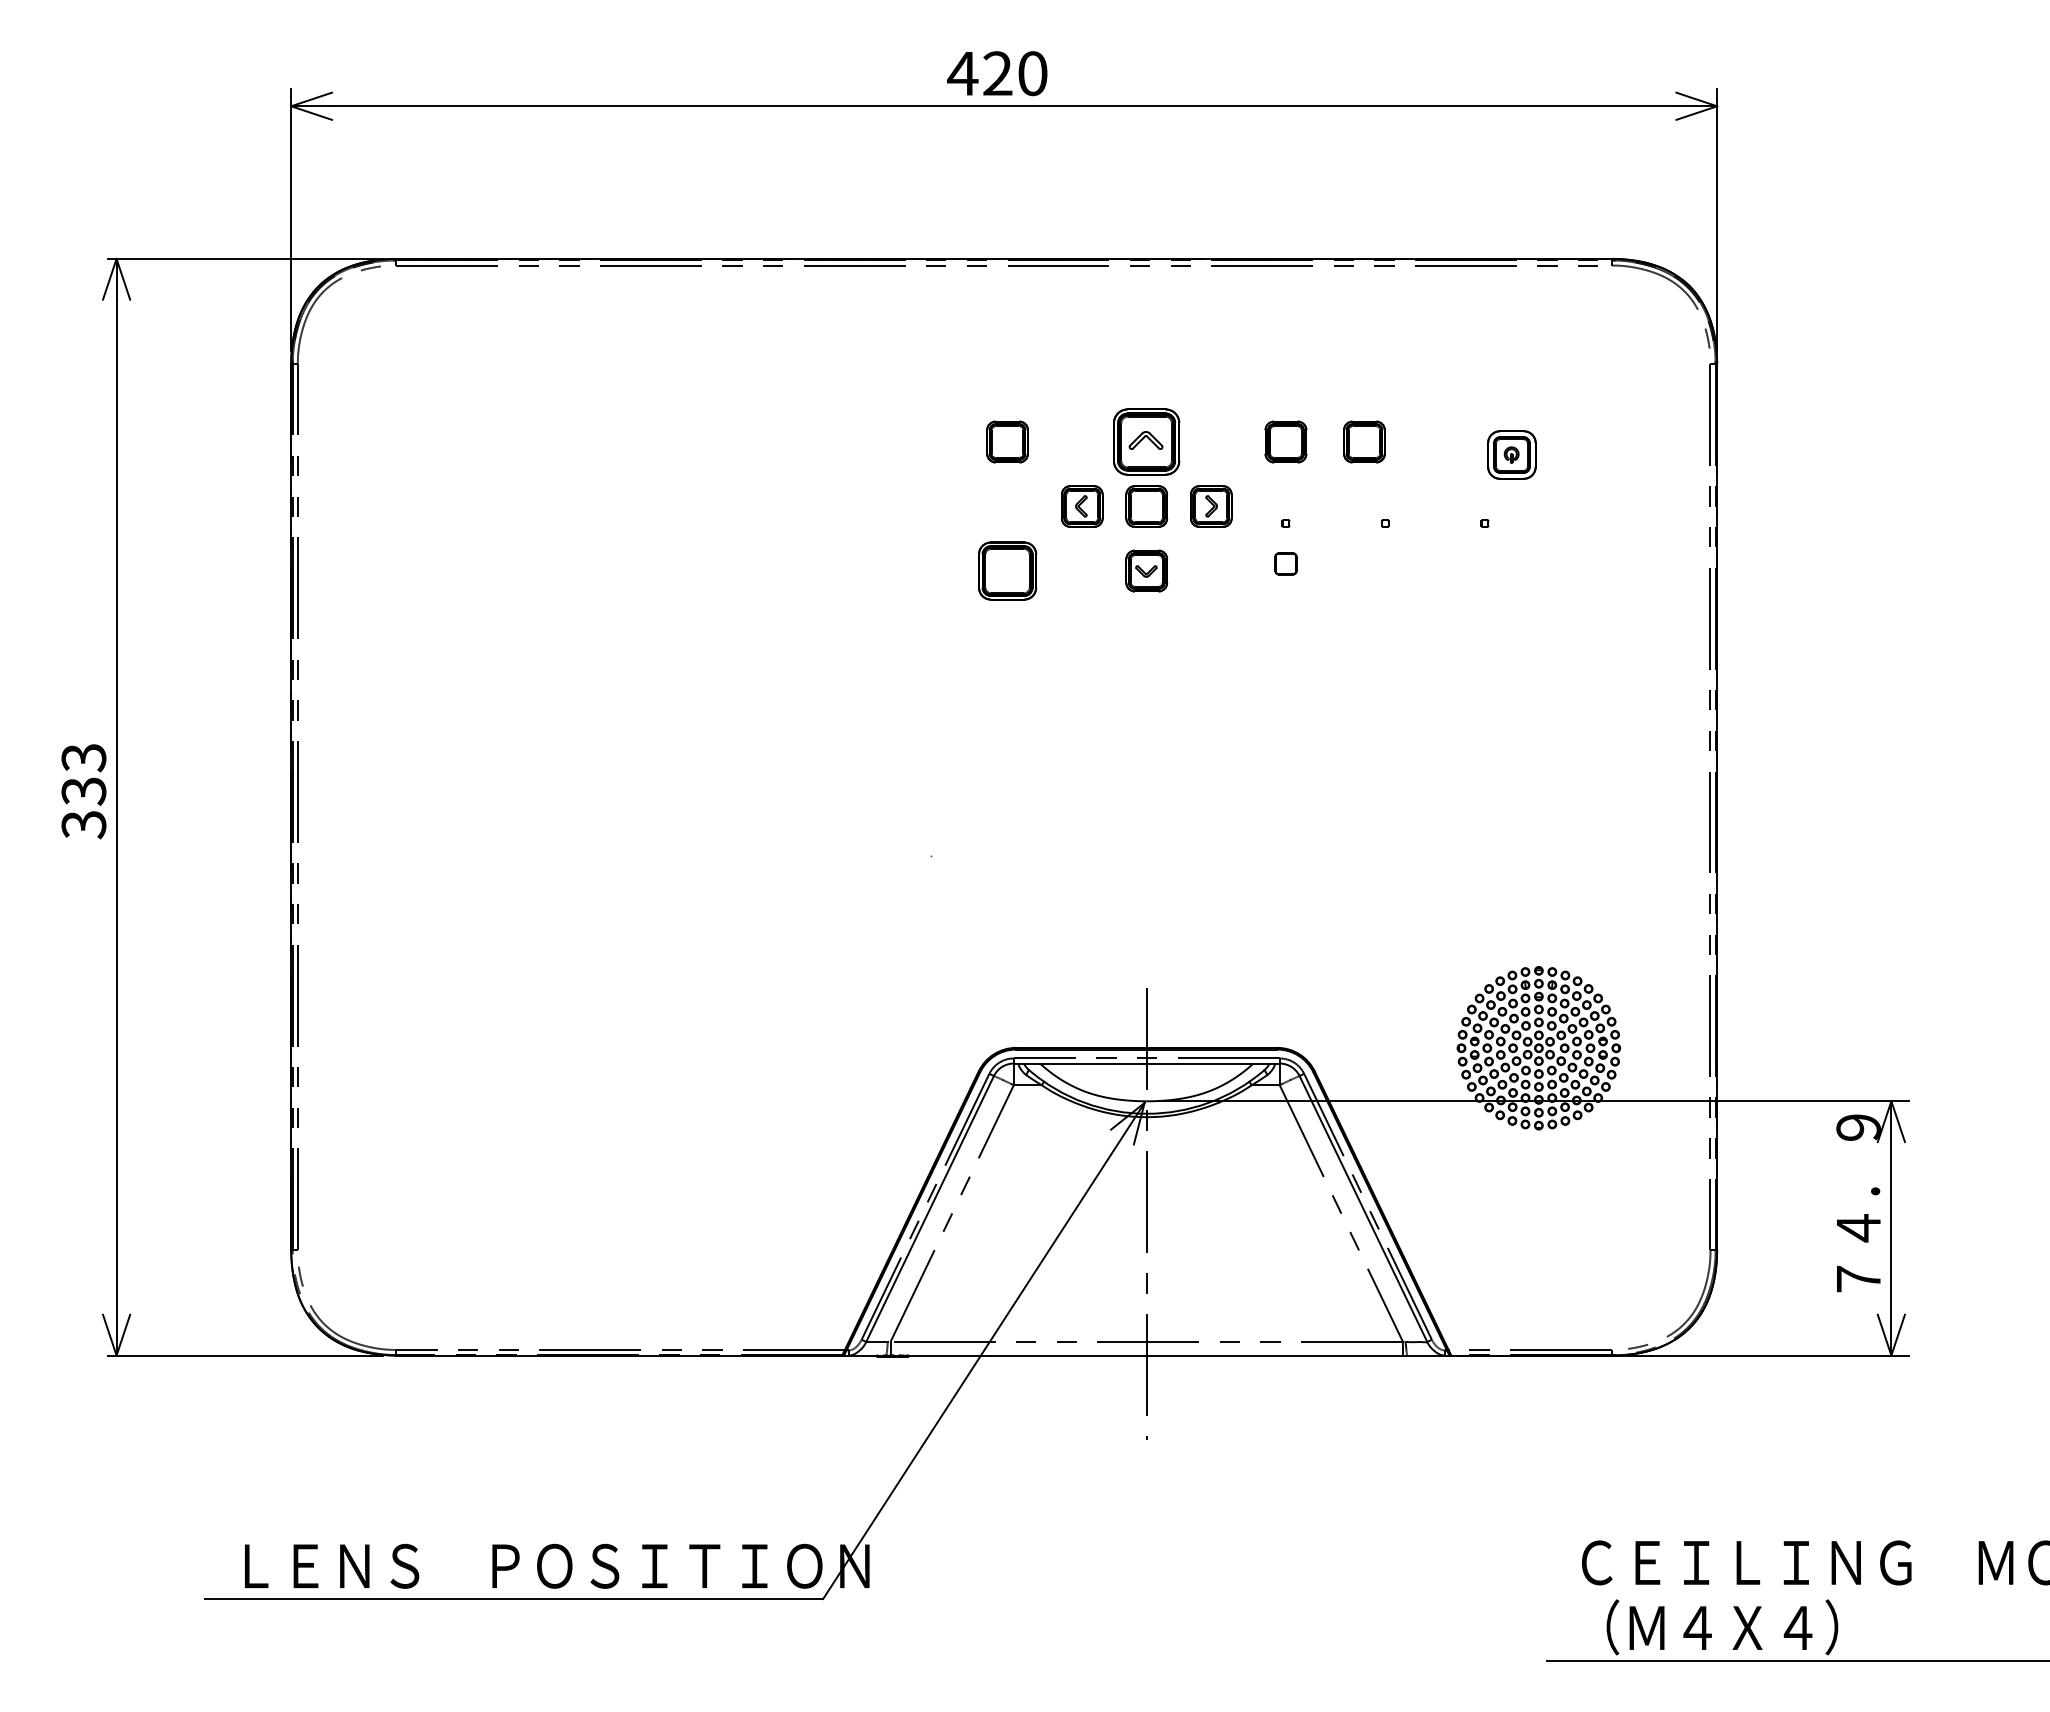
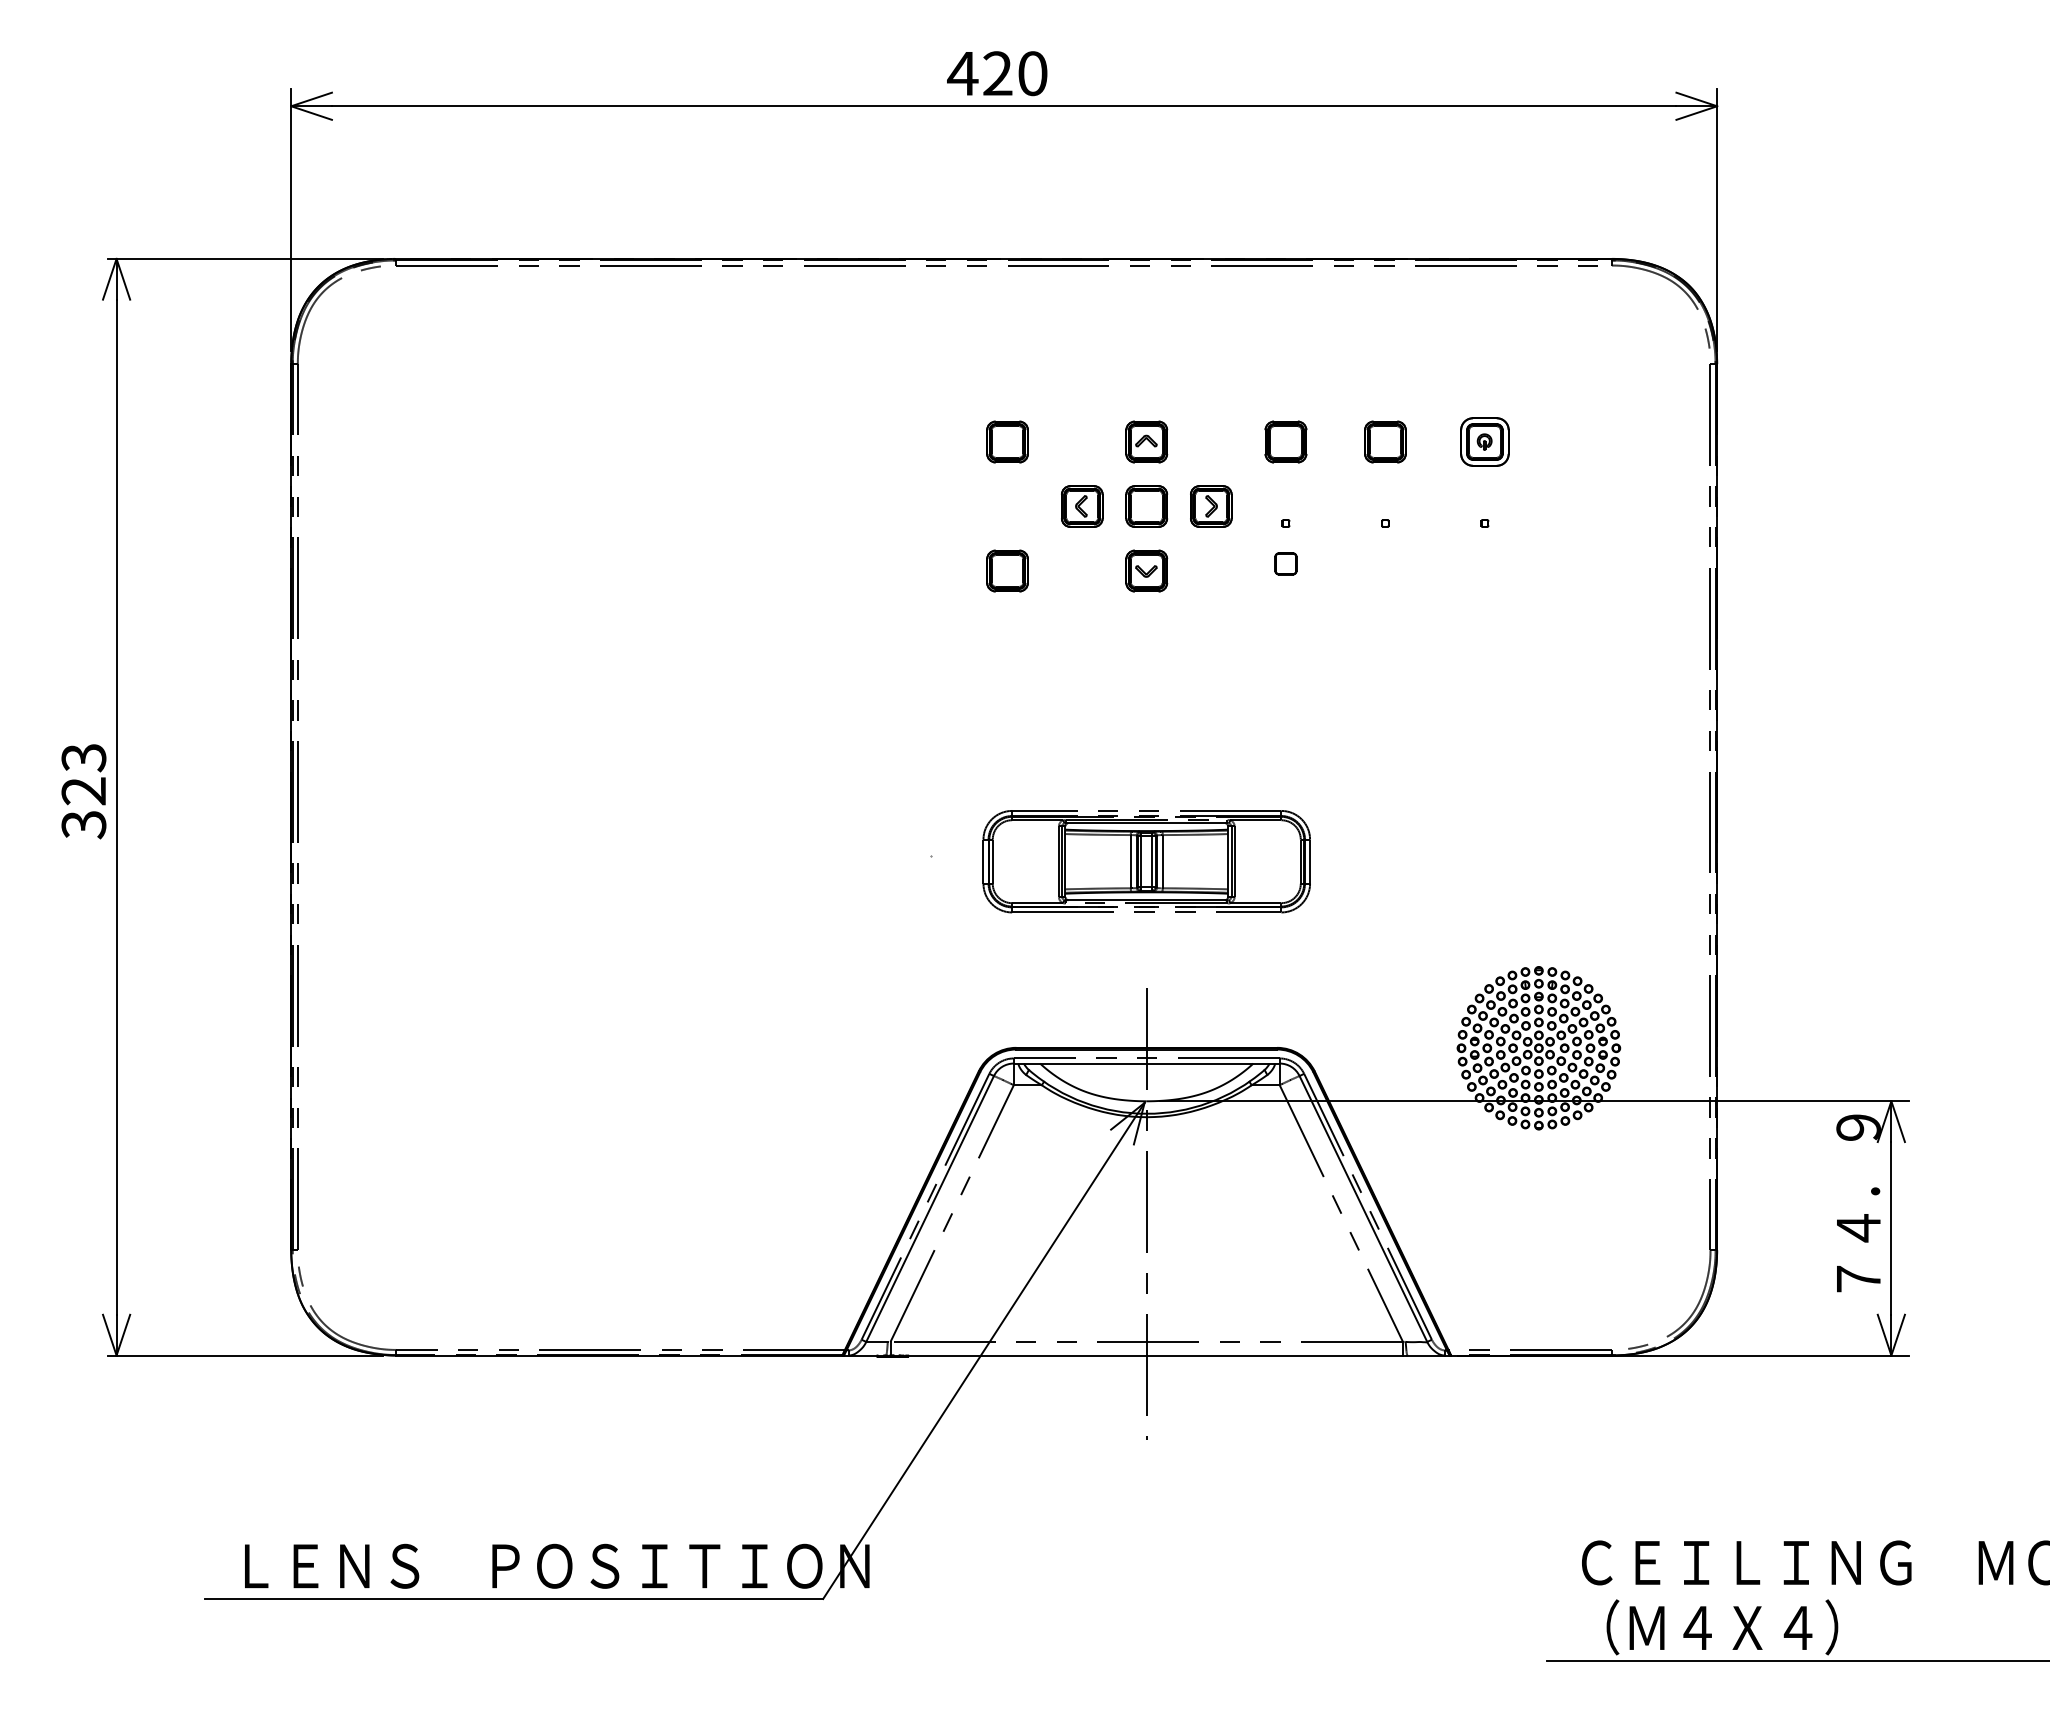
part at (1146, 441) size: 68x68 px -> 44x44 px
part at (1364, 441) position: (1364, 441) -> (1385, 441)
part at (1511, 454) position: (1511, 454) -> (1484, 441)
part at (1007, 570) size: 60x60 px -> 43x44 px
text at (84, 791): 333 -> 323
part at (1146, 861): none -> present
